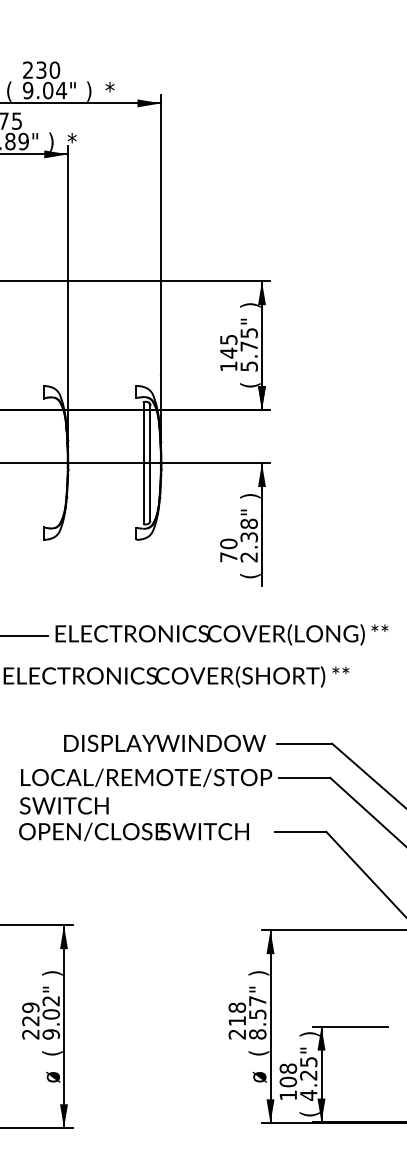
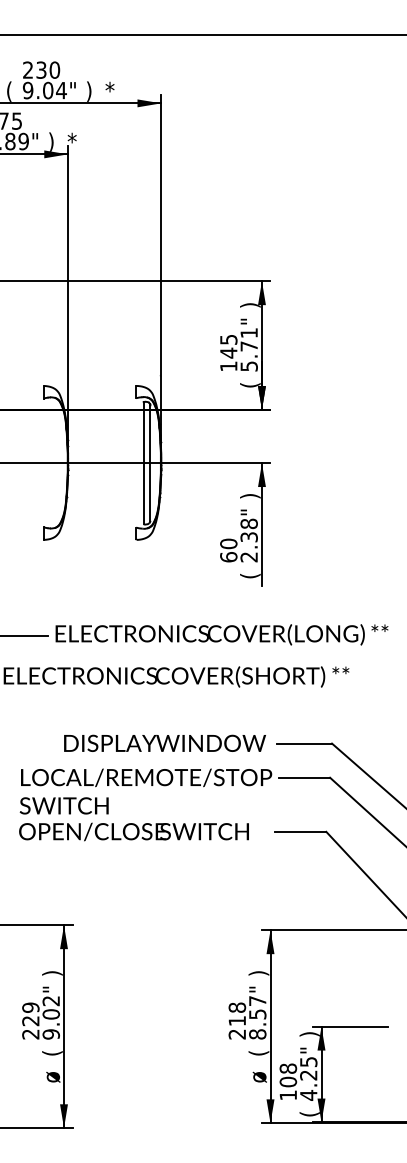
line at (202, 34): none -> present
text at (248, 333): 5.75" -> 5.71"
text at (228, 557): 70 -> 60
